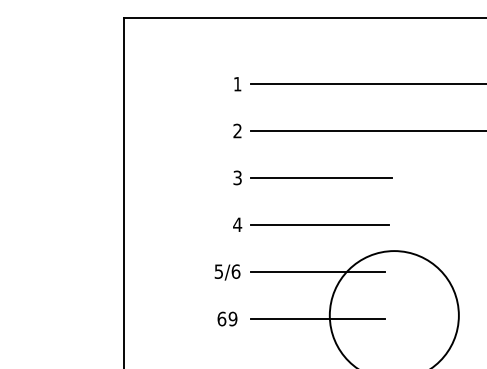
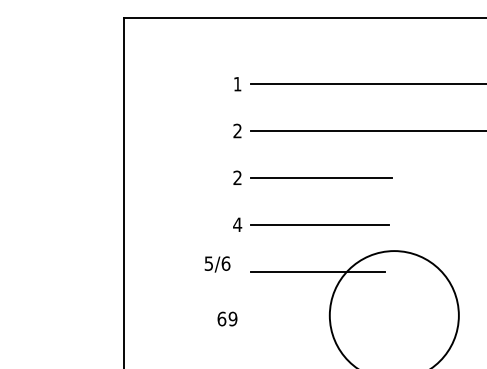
text at (237, 178): 3 -> 2
text at (227, 272) position: (227, 272) -> (217, 264)
line at (317, 319): present -> none
